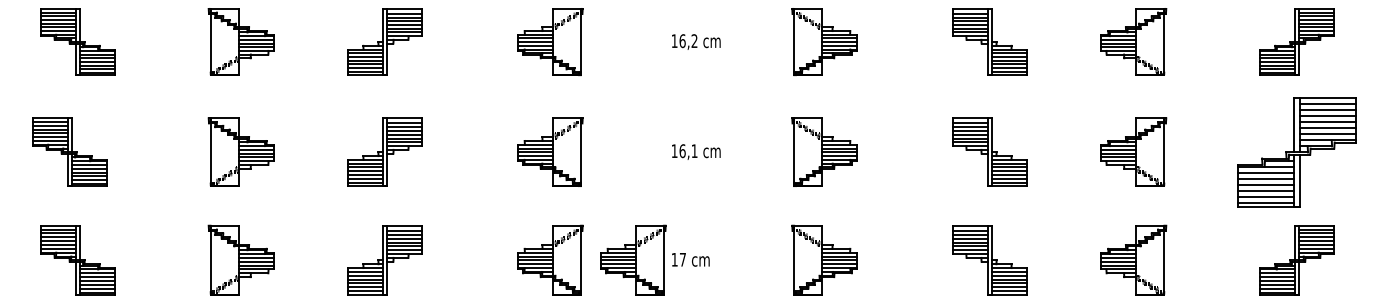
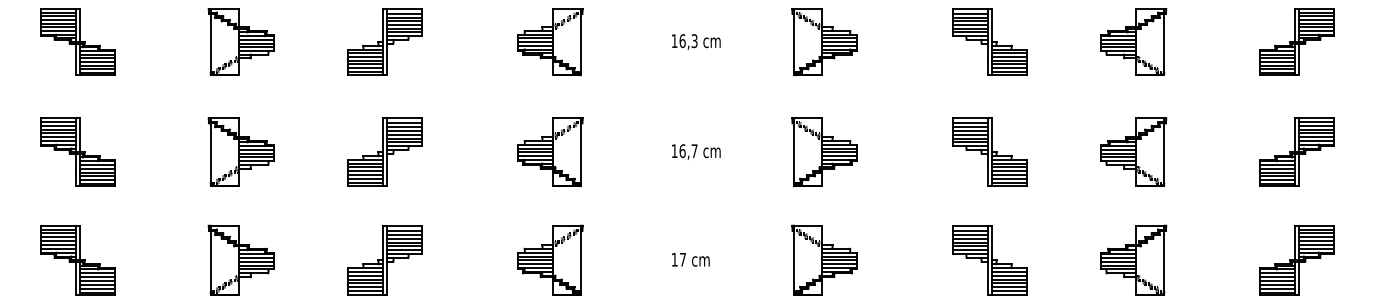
text at (694, 41): 16,2 -> 16,3
text at (694, 150): 16,1 -> 16,7
part at (69, 151) position: (69, 151) -> (77, 151)
part at (1296, 152) size: 120x111 px -> 76x70 px
part at (633, 259): present -> none
